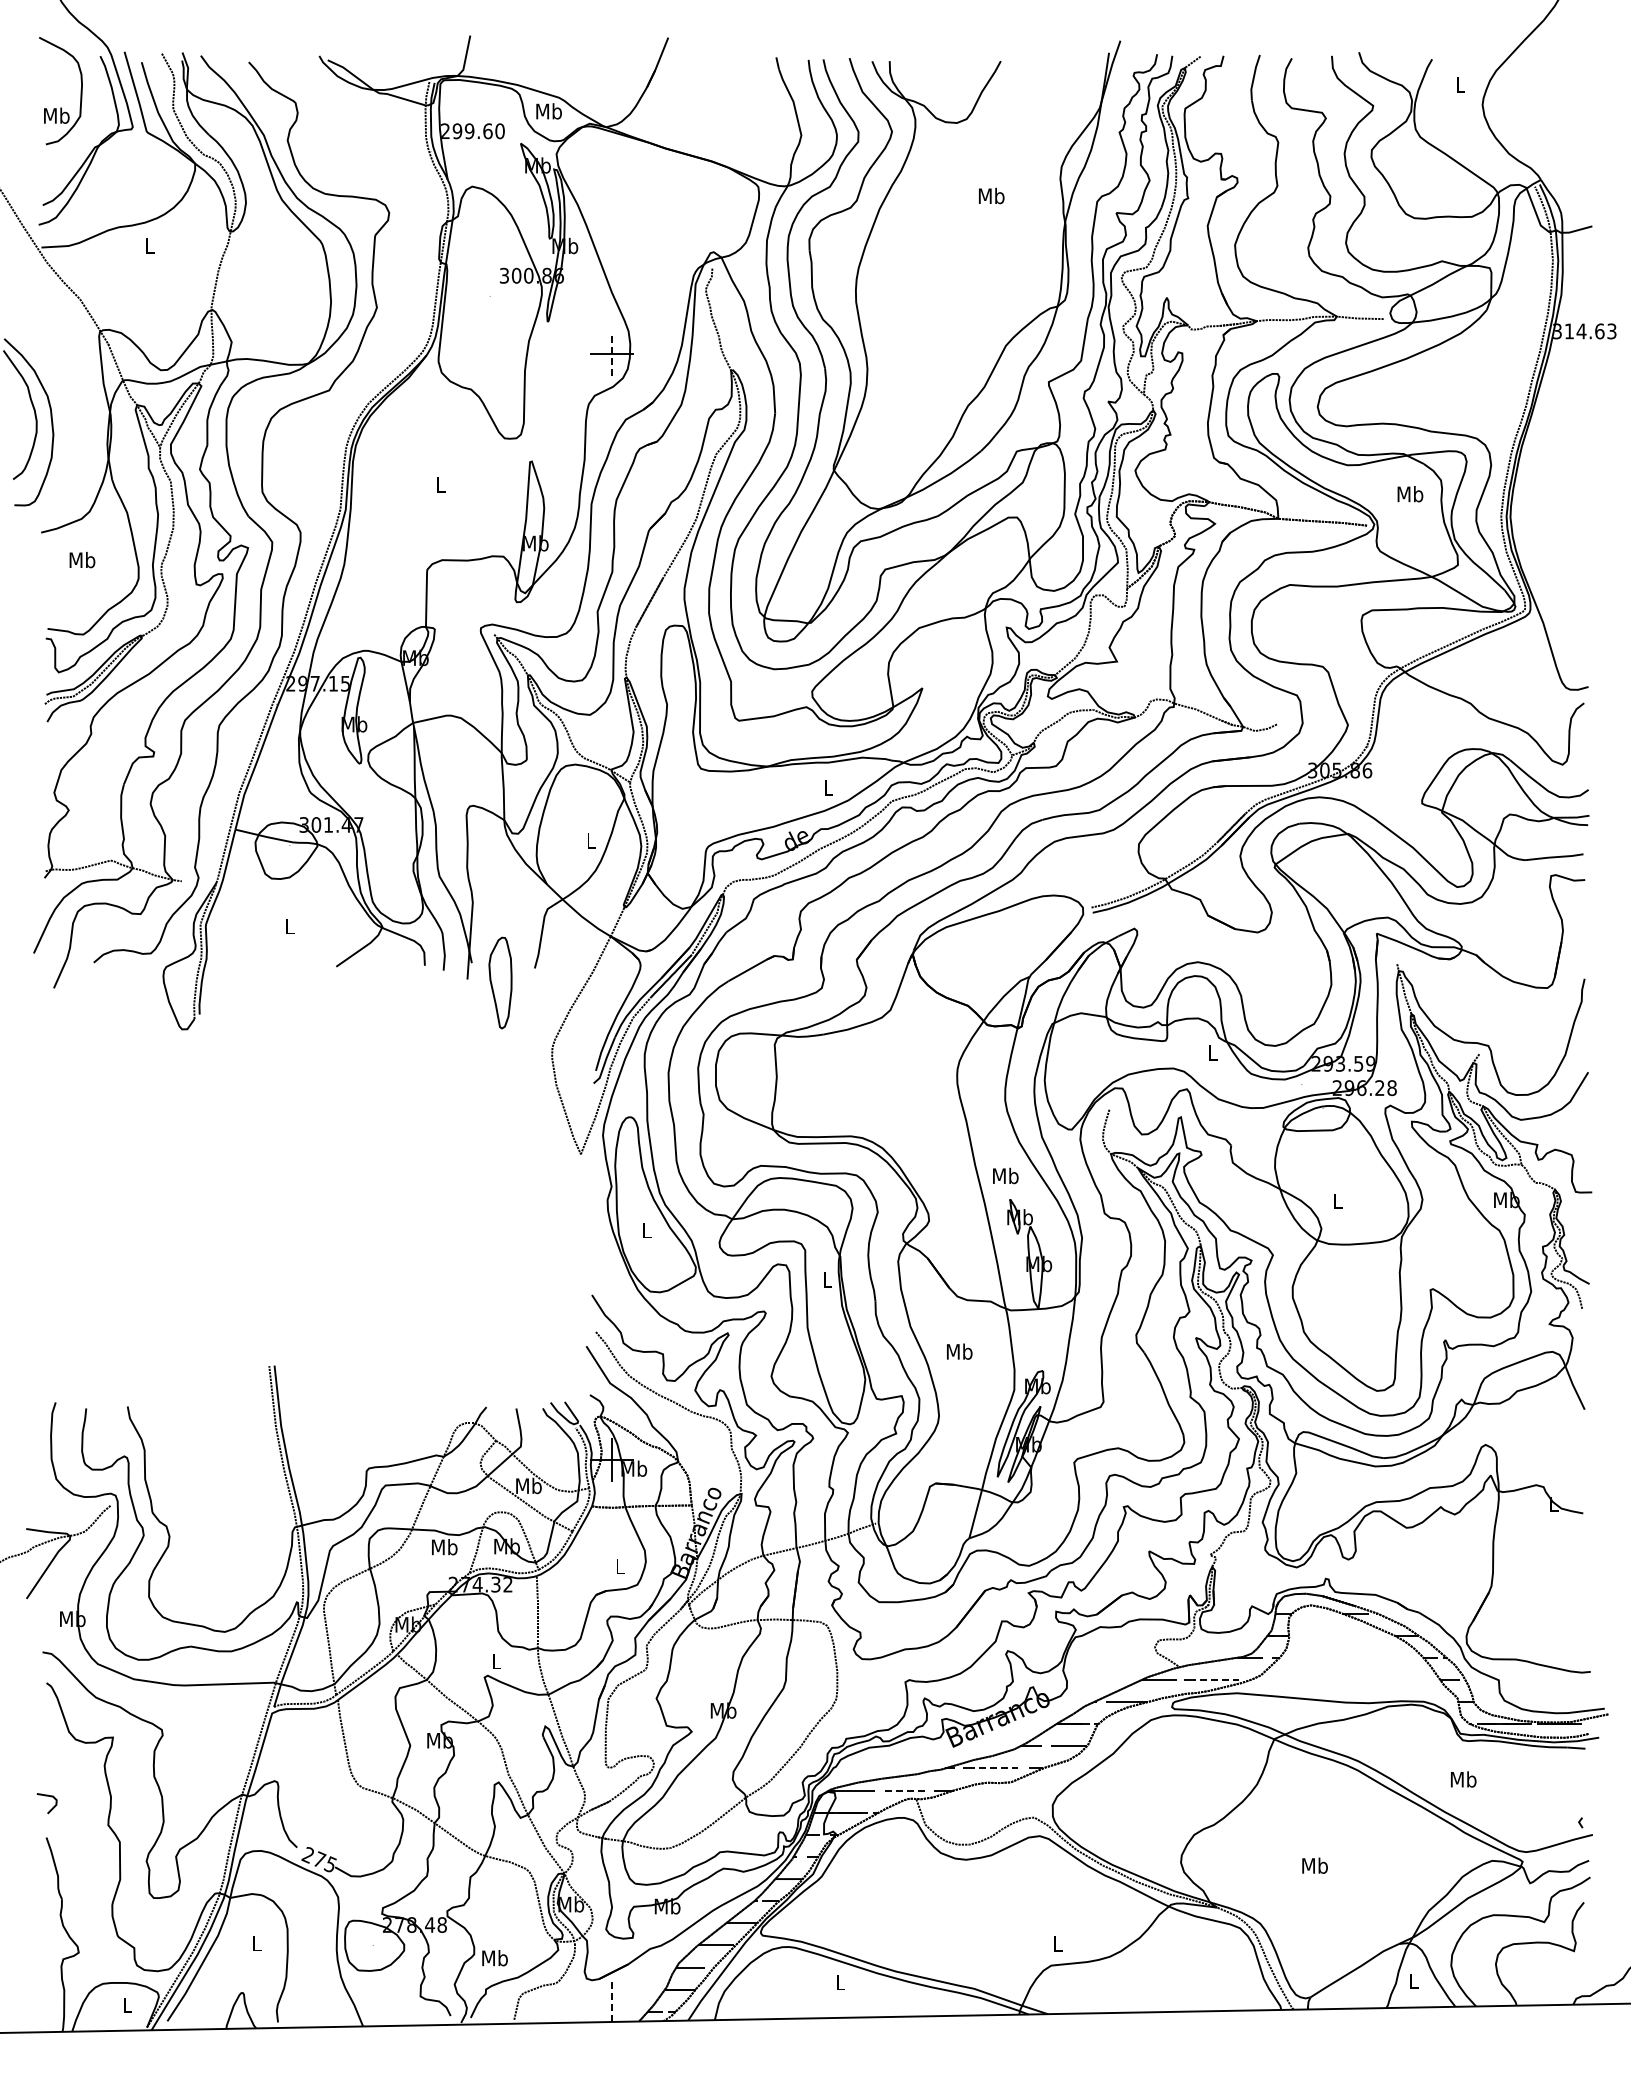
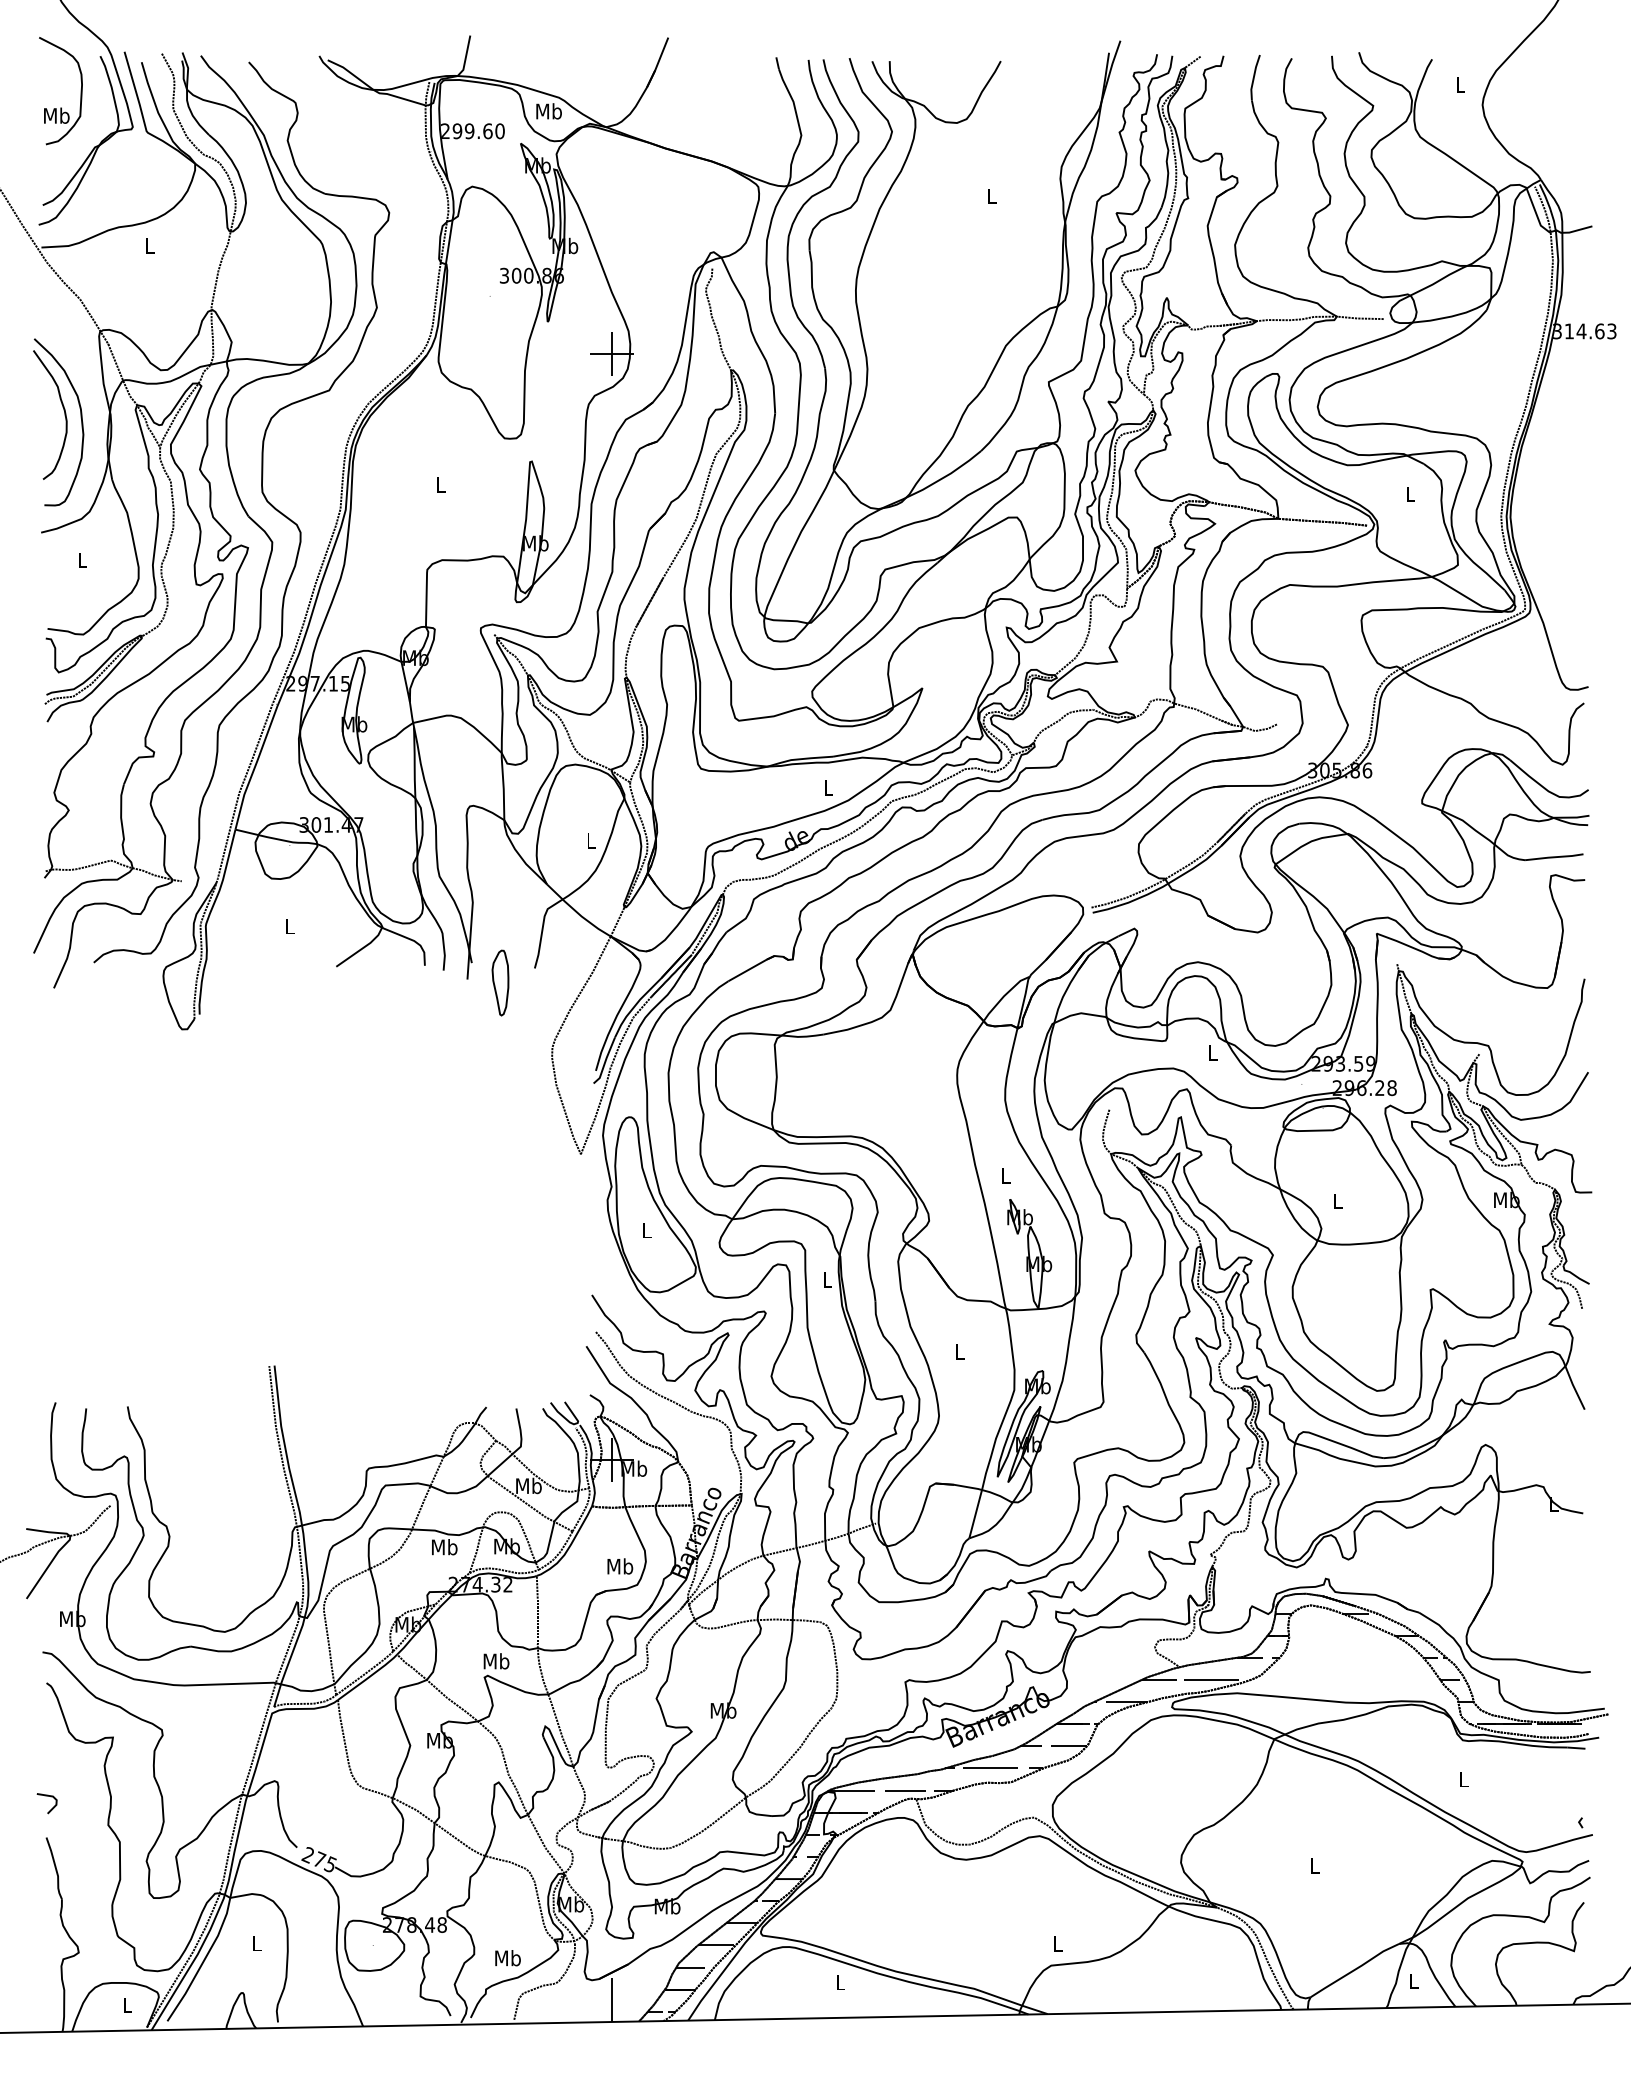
text at (991, 195): Mb -> L
line at (611, 353): dashed -> solid
part at (35, 422) position: (35, 422) -> (65, 422)
text at (1410, 494): Mb -> L
text at (82, 559): Mb -> L
part at (500, 982) size: 25x94 px -> 19x68 px
text at (1005, 1175): Mb -> L
text at (959, 1351): Mb -> L
text at (620, 1566): L -> Mb
text at (496, 1661): L -> Mb
line at (1214, 1679): dashed -> solid
line at (993, 1768): dashed -> solid
text at (1463, 1779): Mb -> L
line at (905, 1790): dashed -> solid
text at (1314, 1865): Mb -> L
text at (494, 1958) position: (494, 1958) -> (507, 1958)
line at (611, 1999): dashed -> solid
